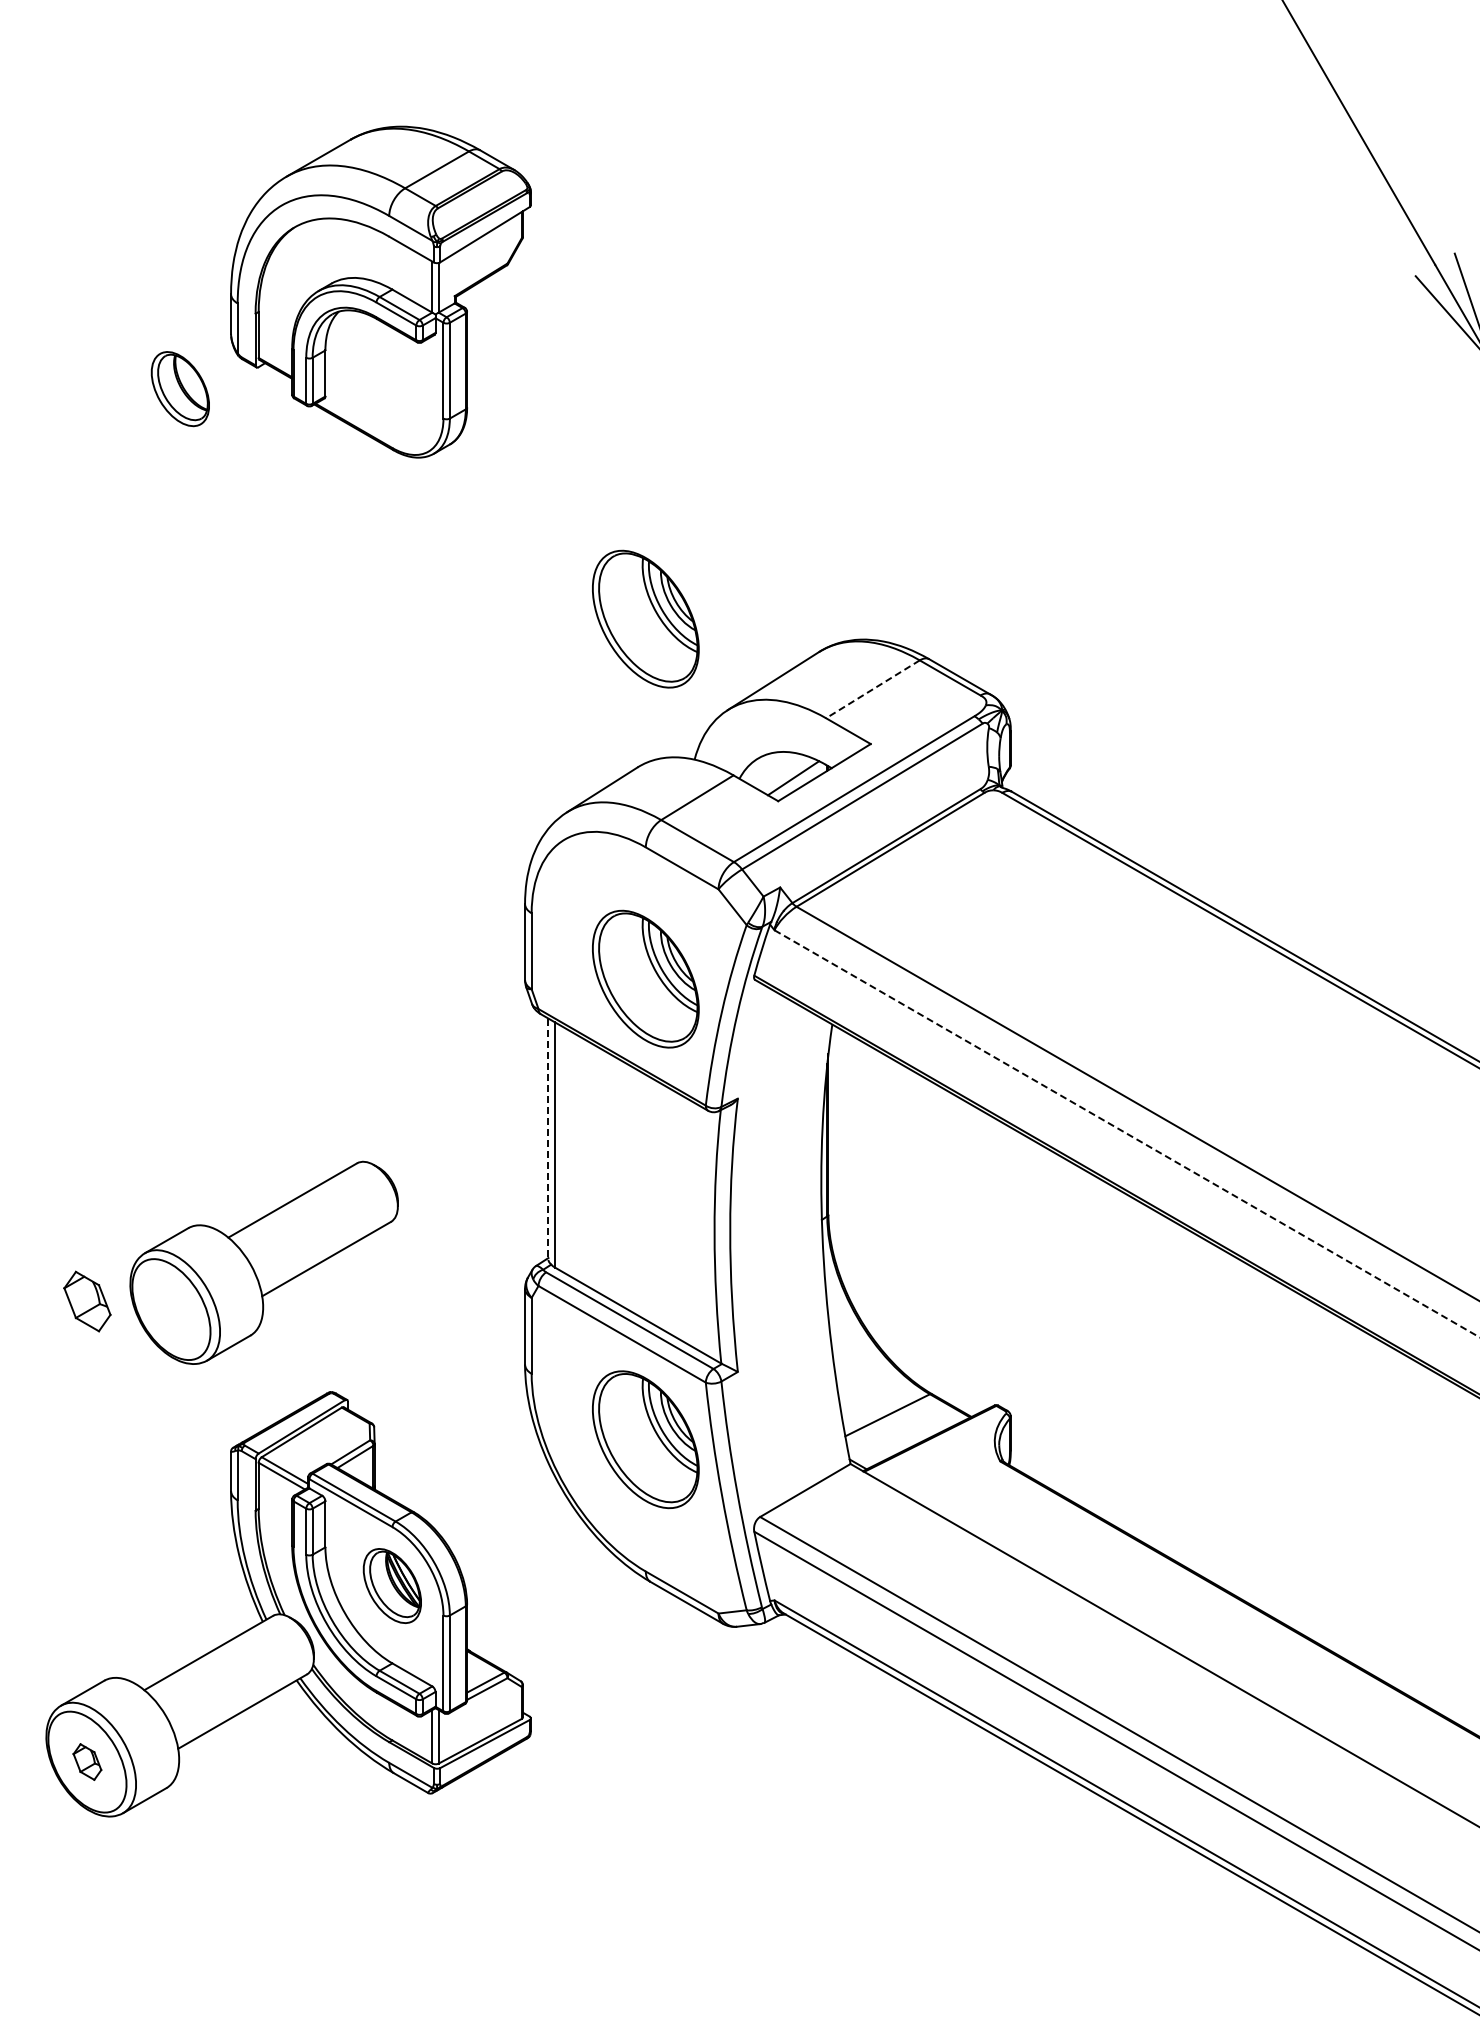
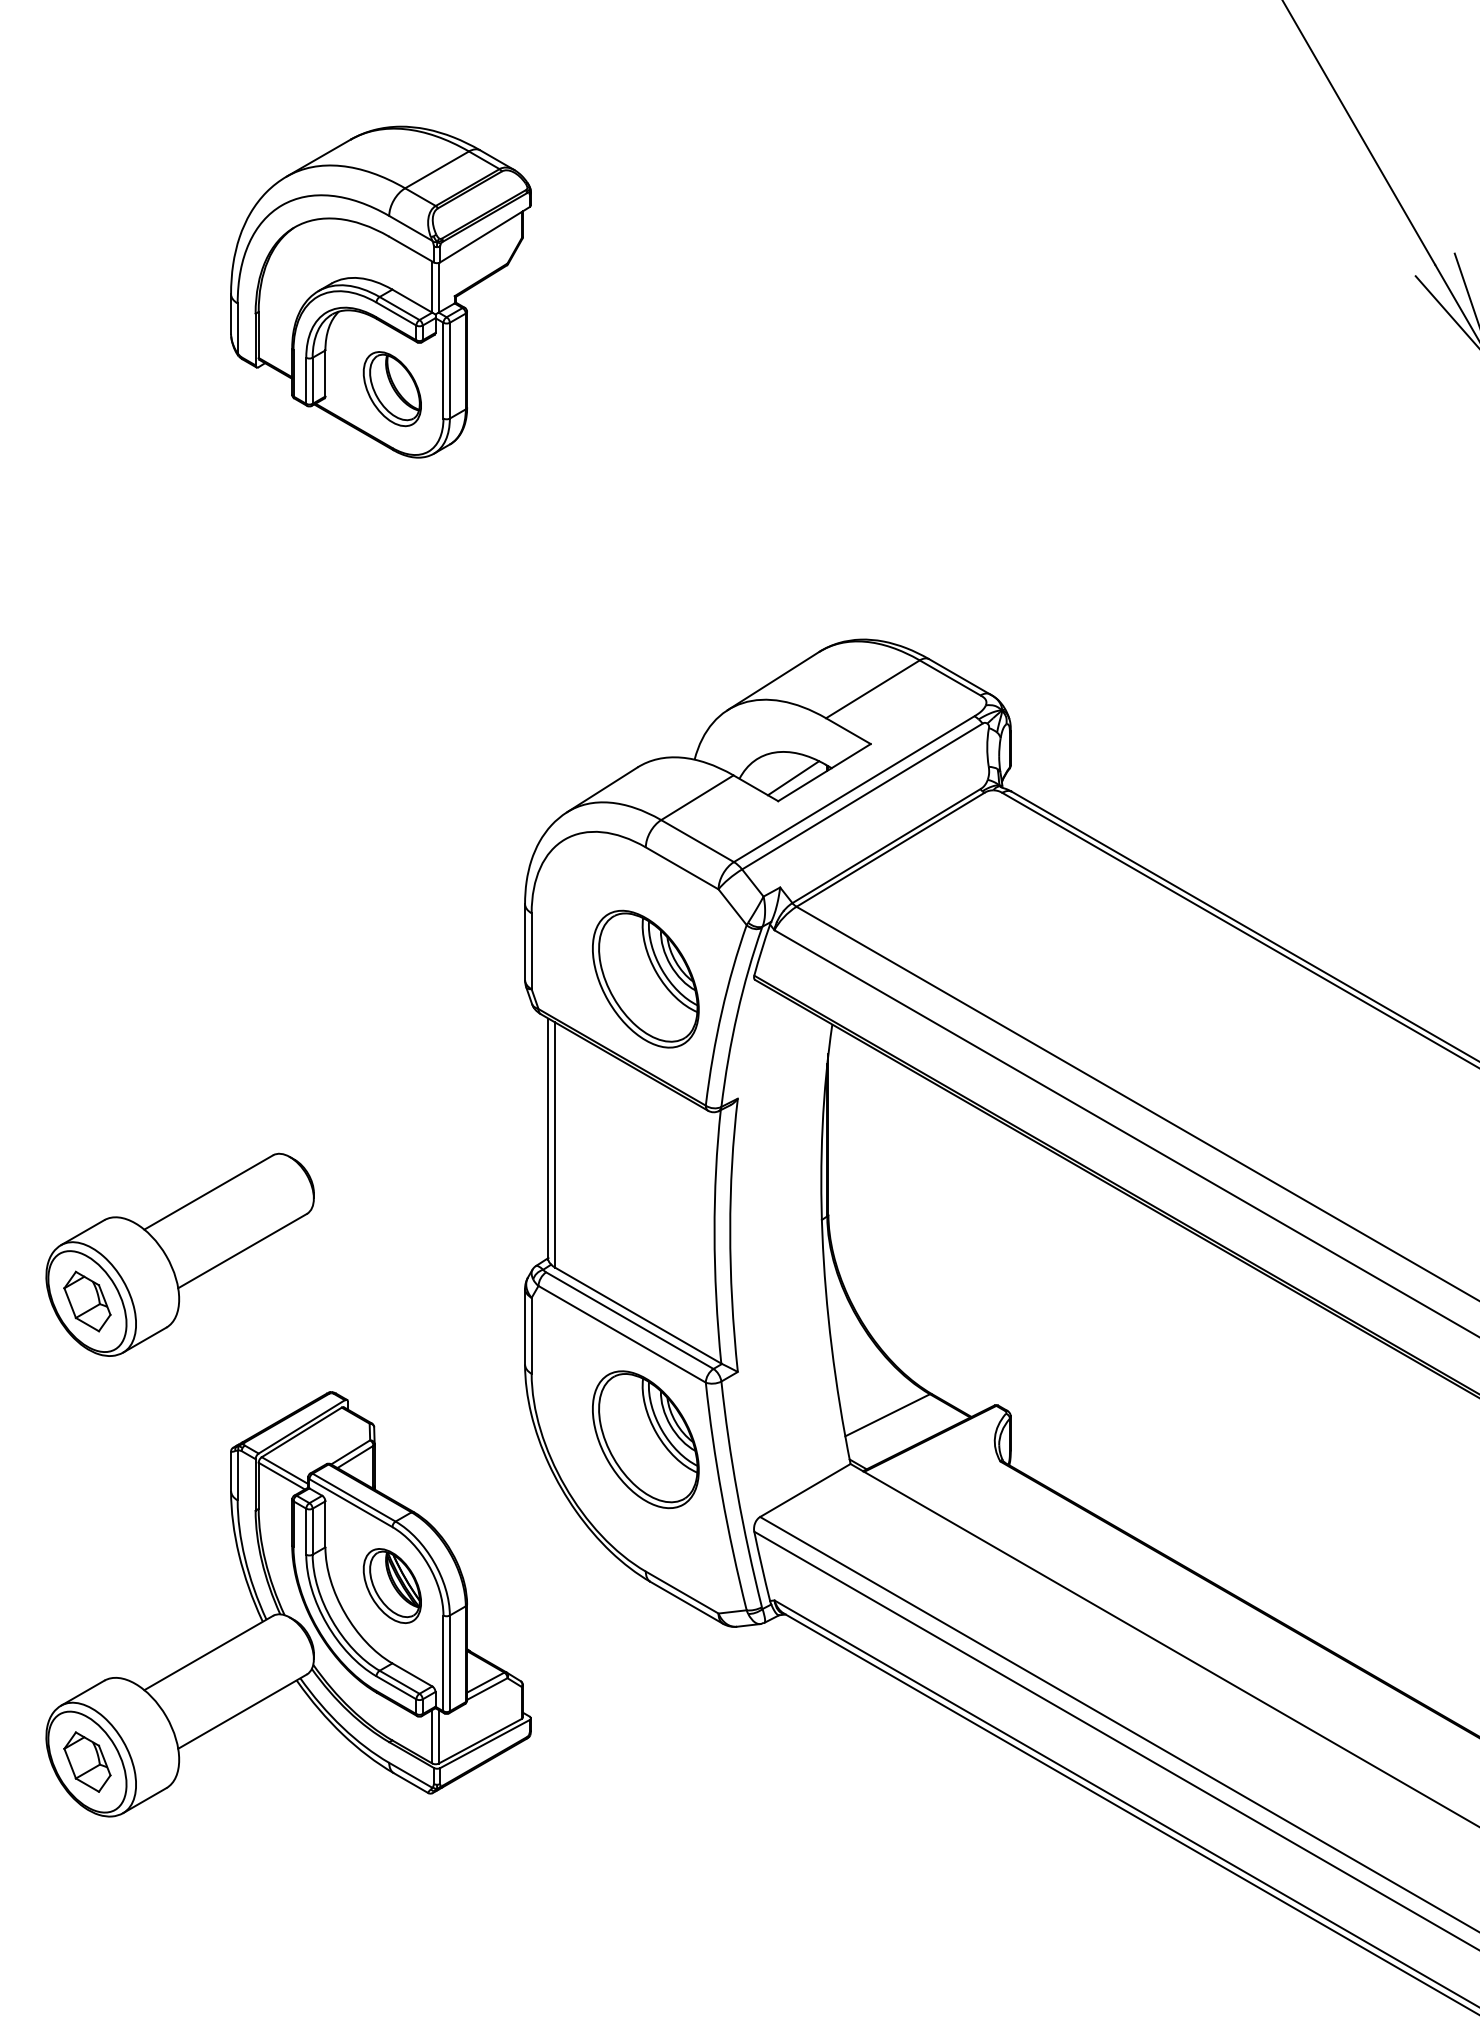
part at (179, 389) position: (179, 389) -> (391, 389)
part at (645, 618): present -> none
line at (872, 689): dashed -> solid
line at (1126, 1133): dashed -> solid
line at (548, 1139): dashed -> solid
part at (263, 1262) position: (263, 1262) -> (179, 1254)
part at (87, 1761) size: 31x38 px -> 49x62 px
